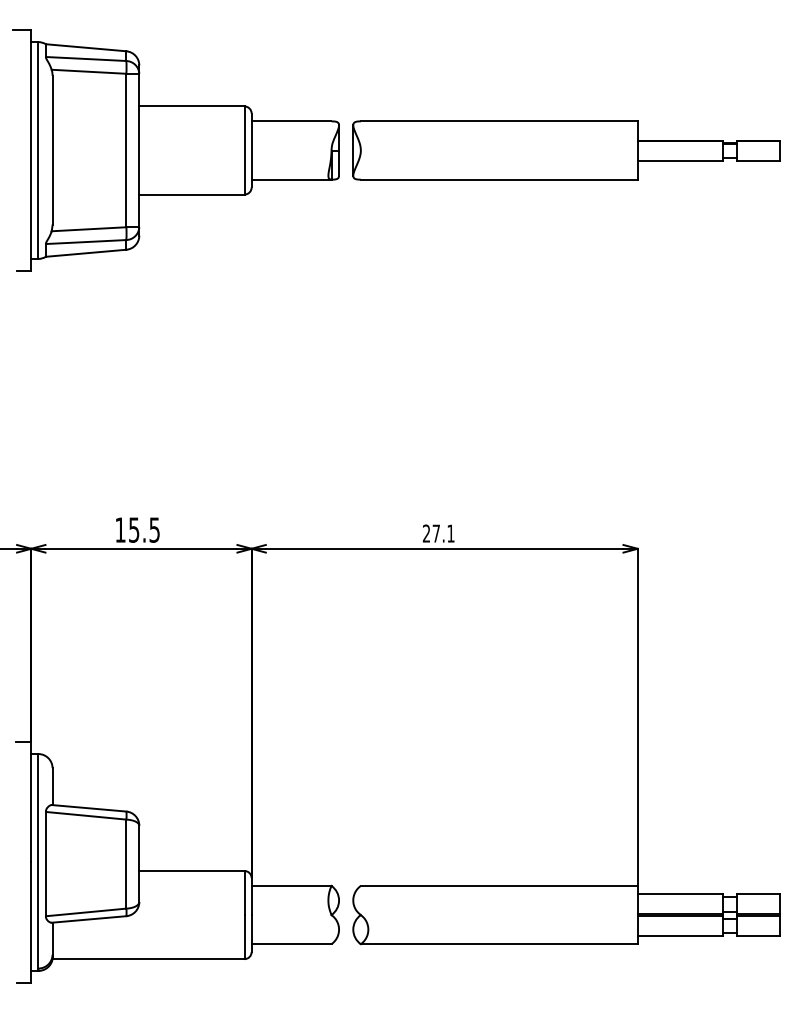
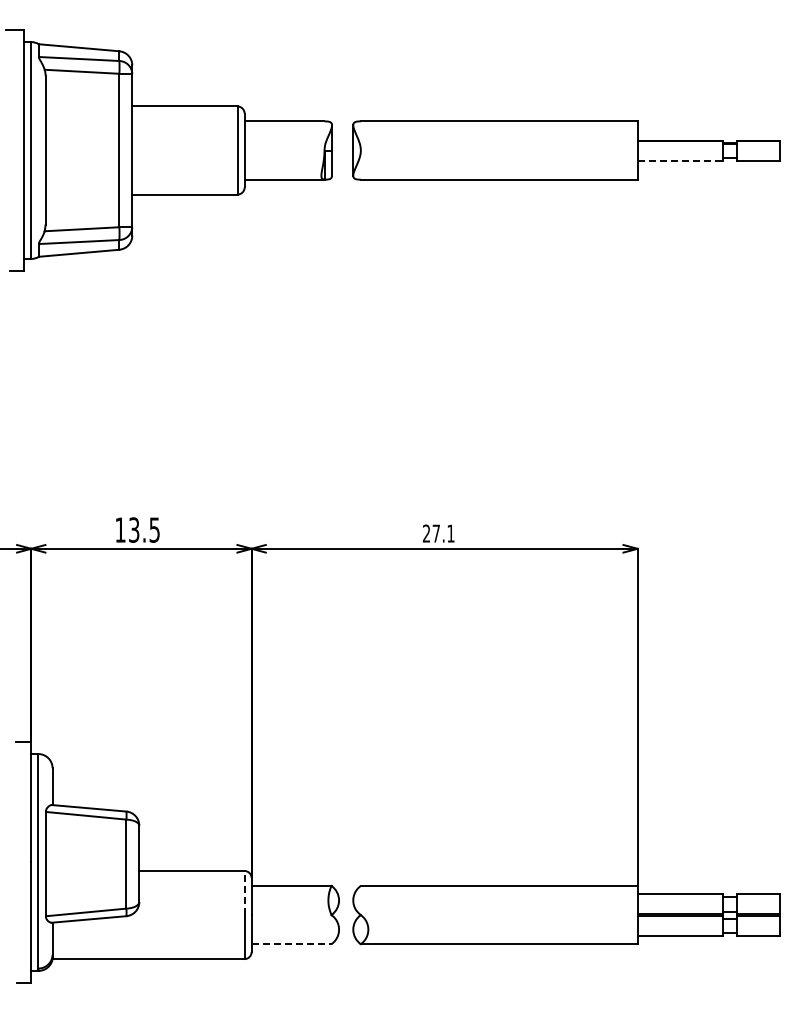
part at (175, 150) position: (175, 150) -> (168, 150)
line at (680, 160): solid -> dashed
text at (134, 529): 15.5 -> 13.5
line at (244, 892): solid -> dashed
line at (291, 944): solid -> dashed
